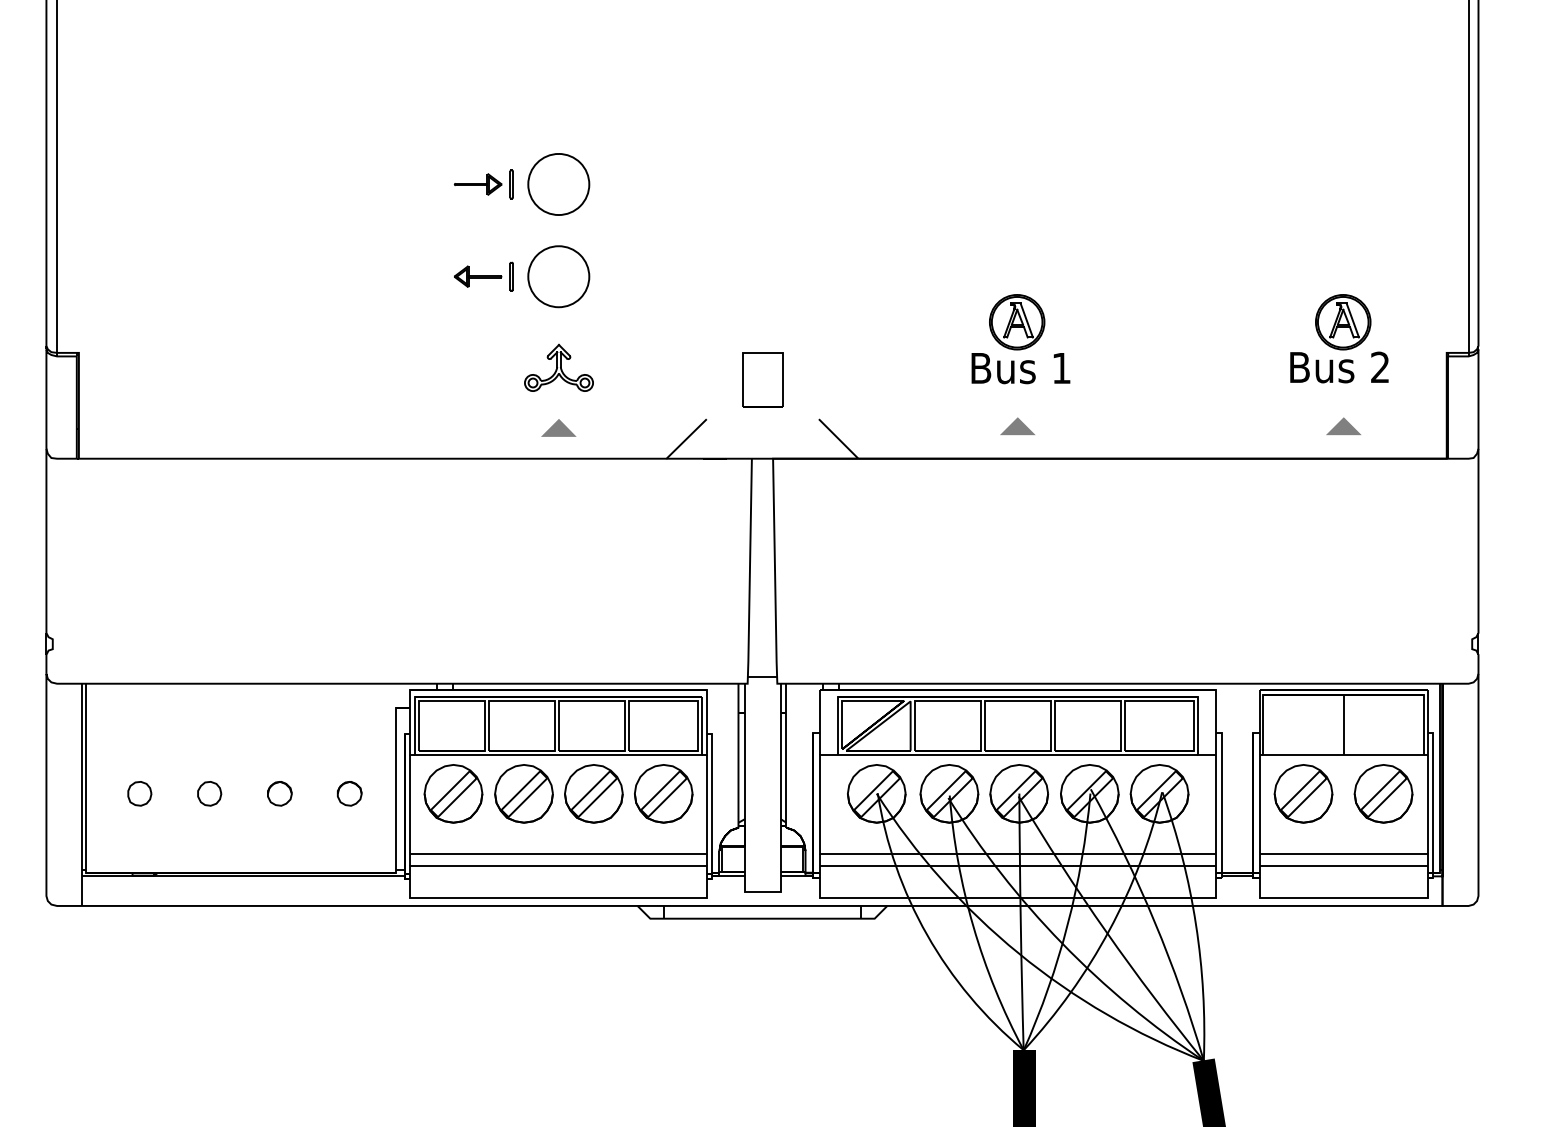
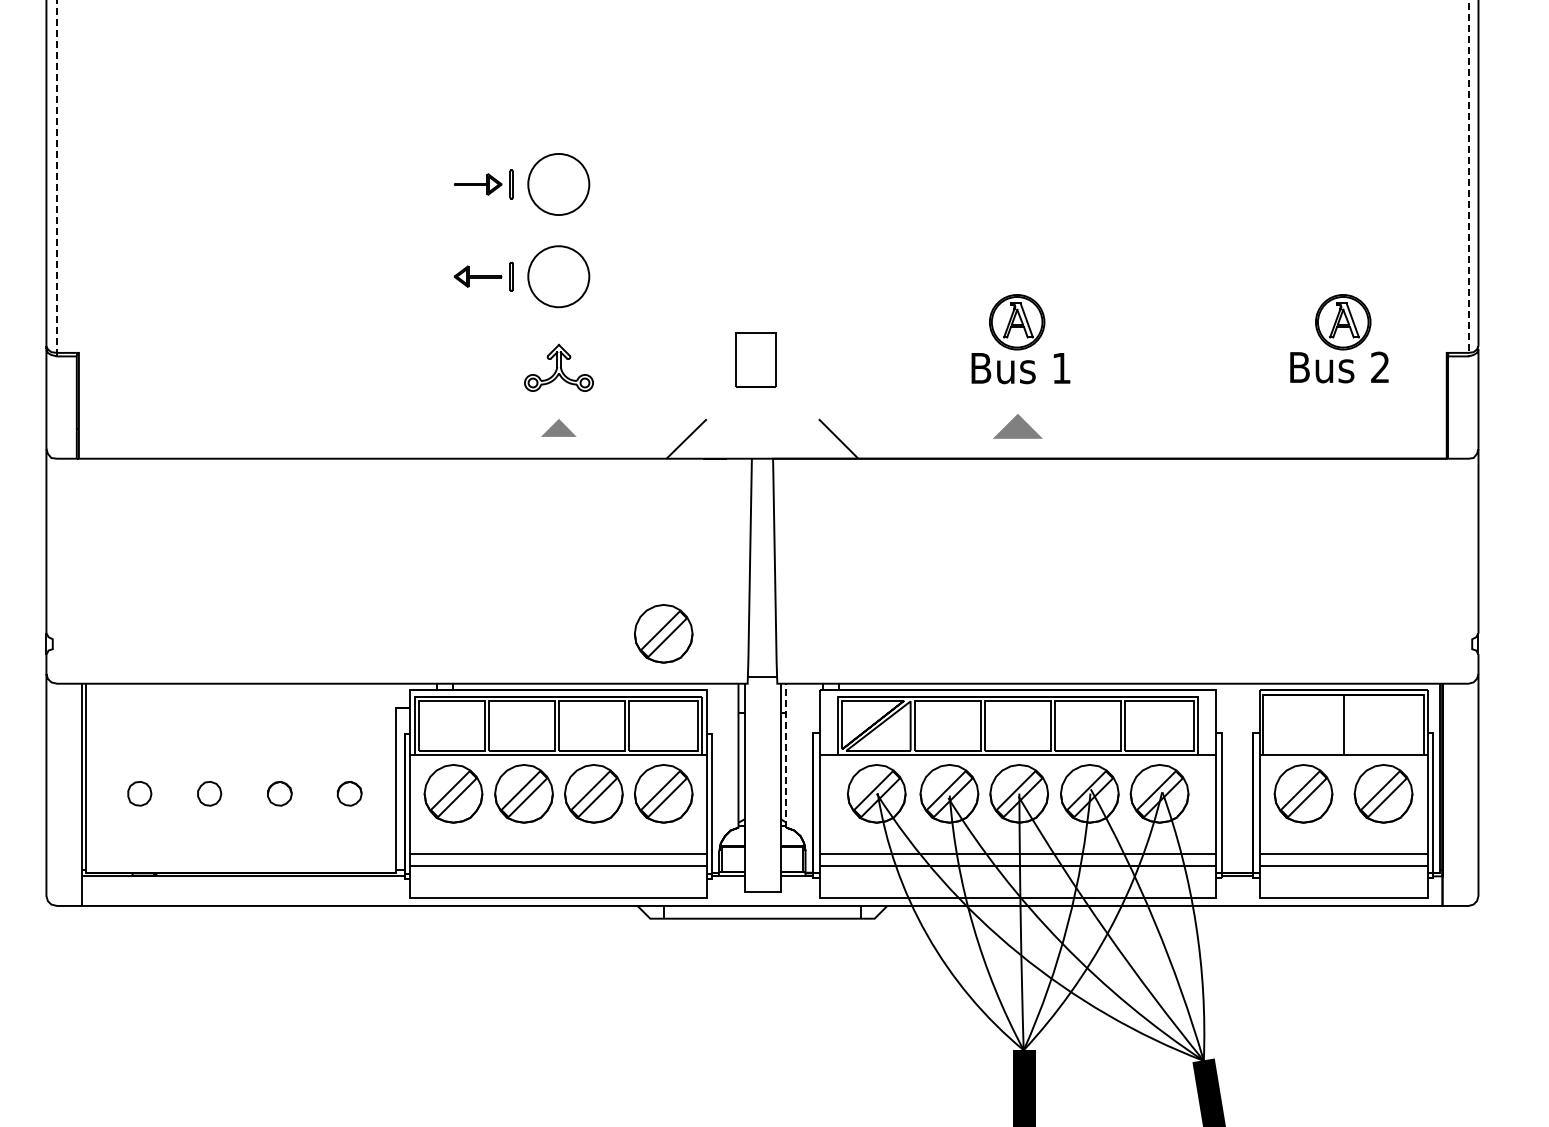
line at (56, 178): solid -> dashed
line at (1468, 178): solid -> dashed
part at (762, 379) position: (762, 379) -> (755, 359)
part at (1017, 425) size: 35x18 px -> 50x25 px
part at (1343, 425): present -> none
part at (663, 633): none -> present
line at (786, 755): solid -> dashed
